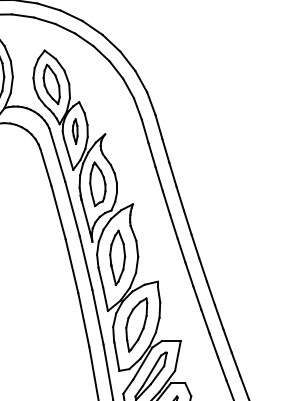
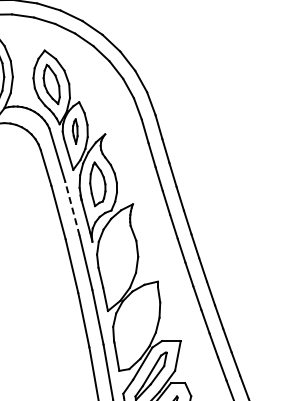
line at (72, 208): solid -> dashed
part at (117, 257): present -> none
part at (136, 324): present -> none
